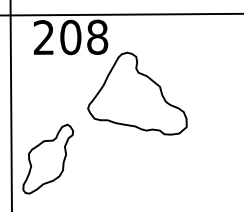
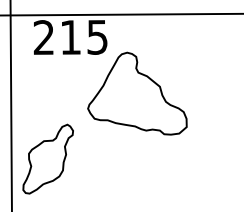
text at (84, 37): 208 -> 215
